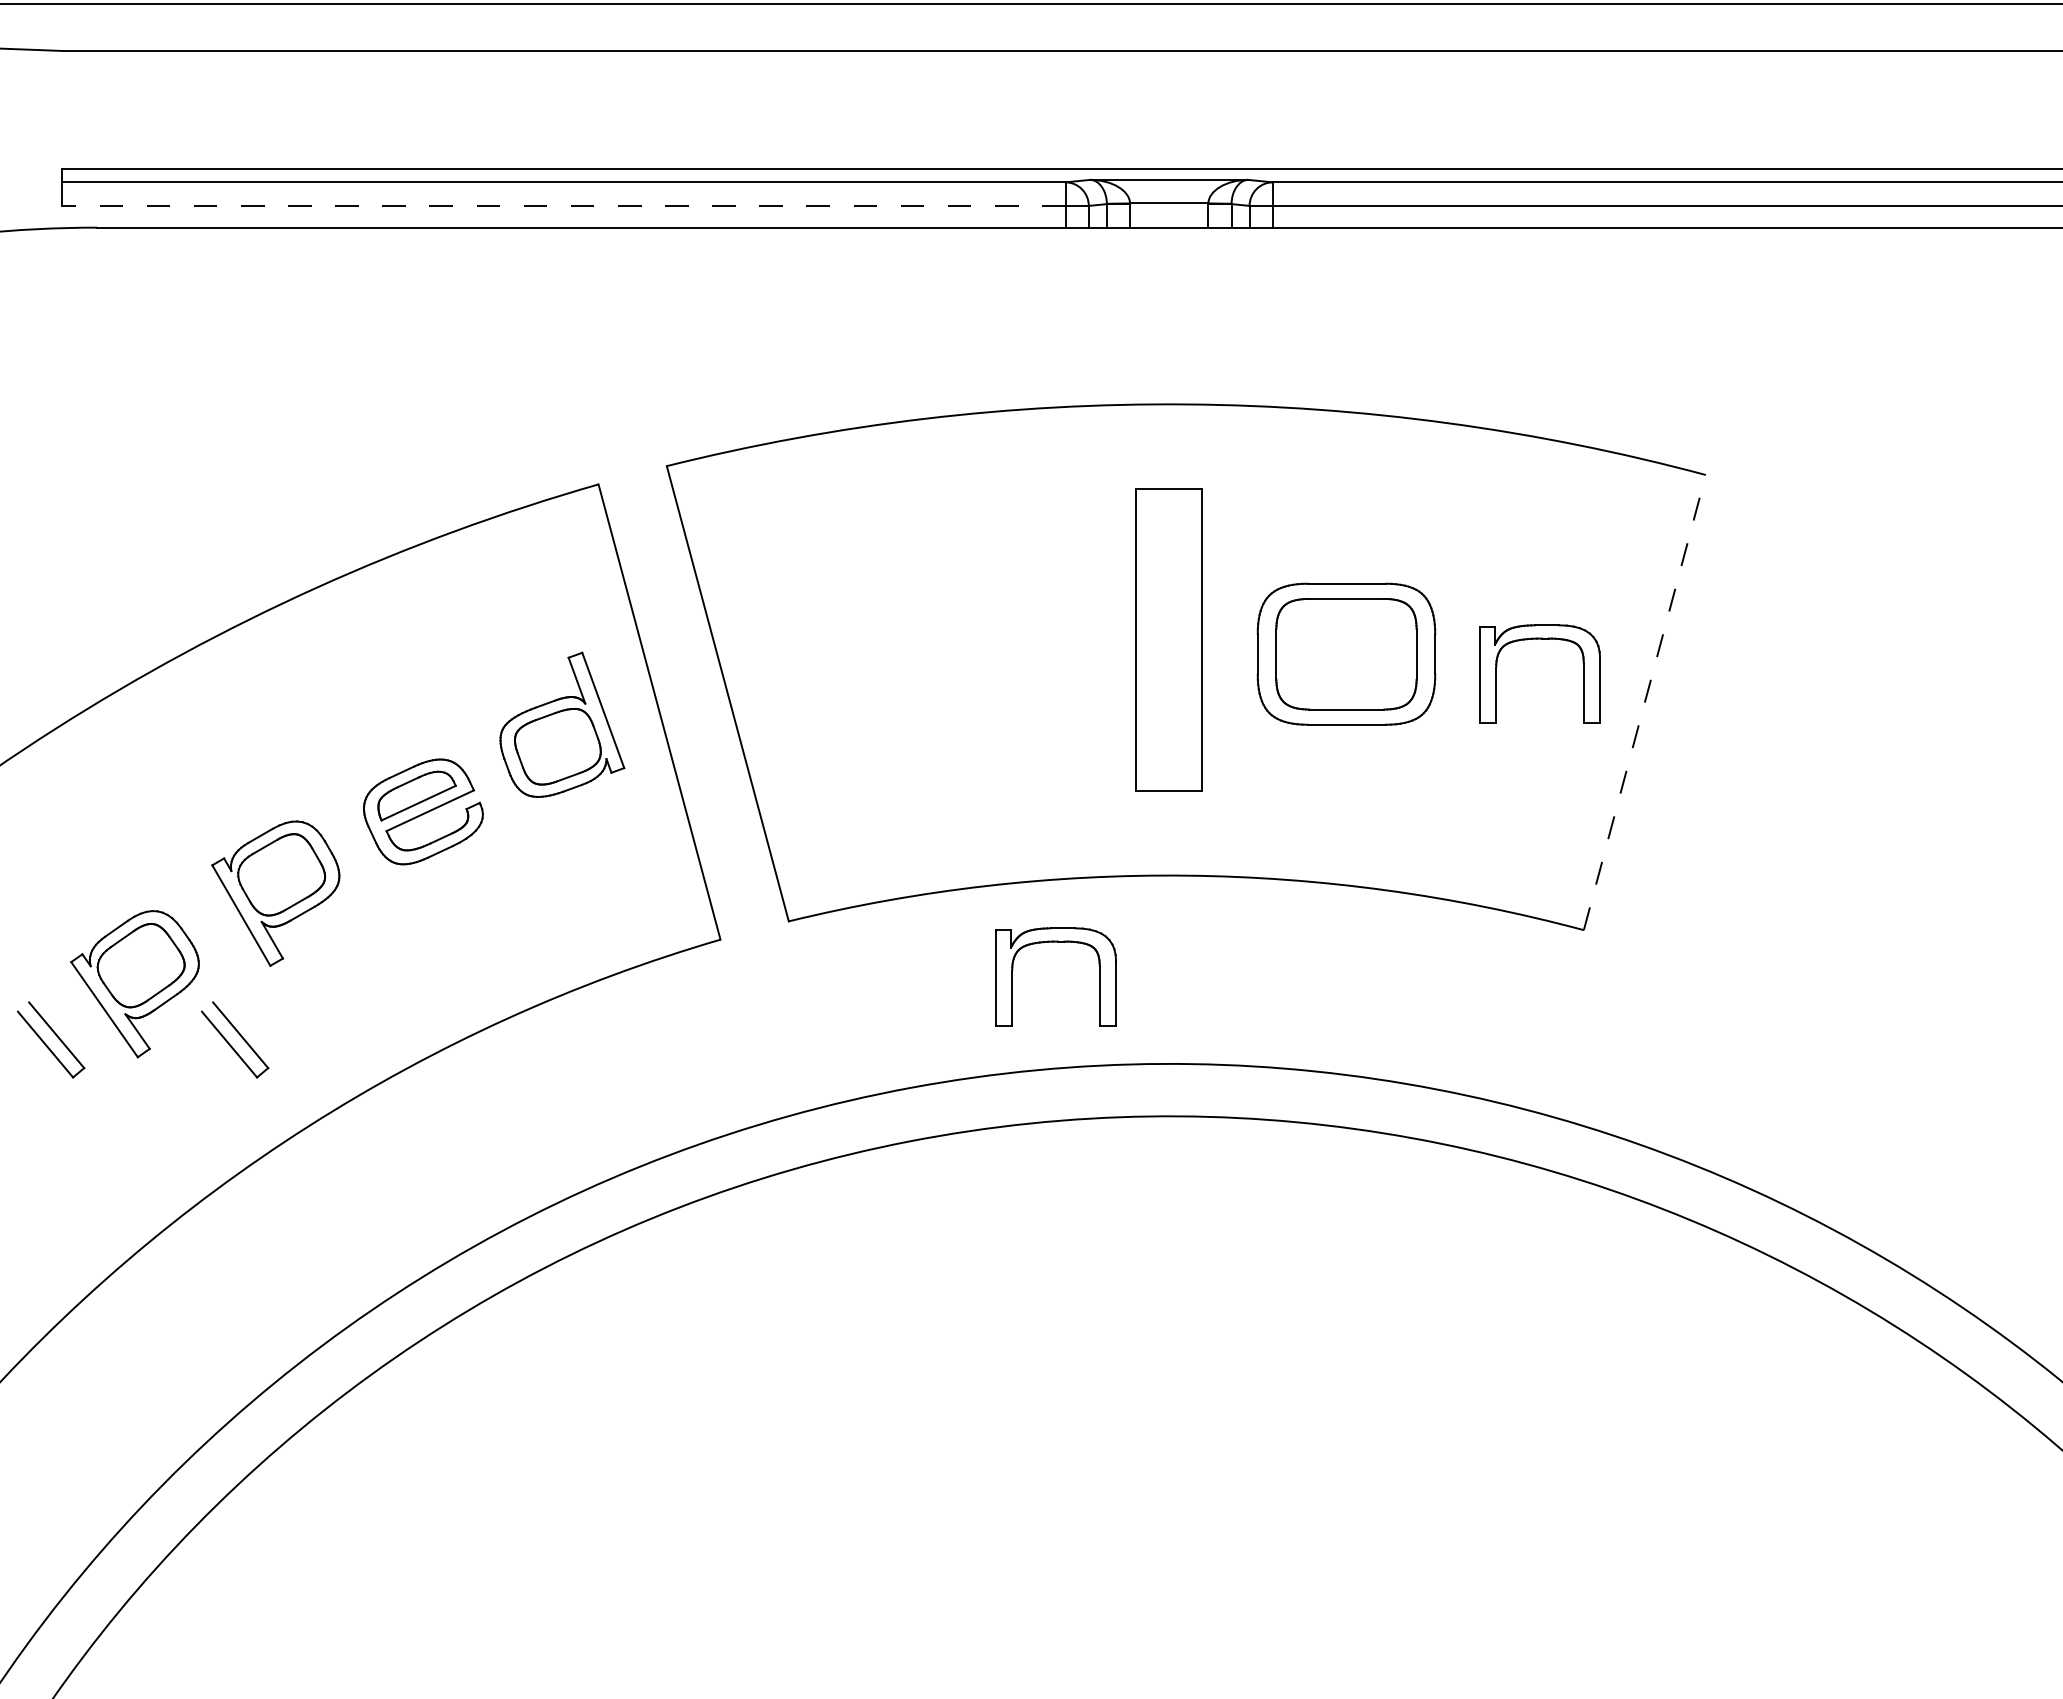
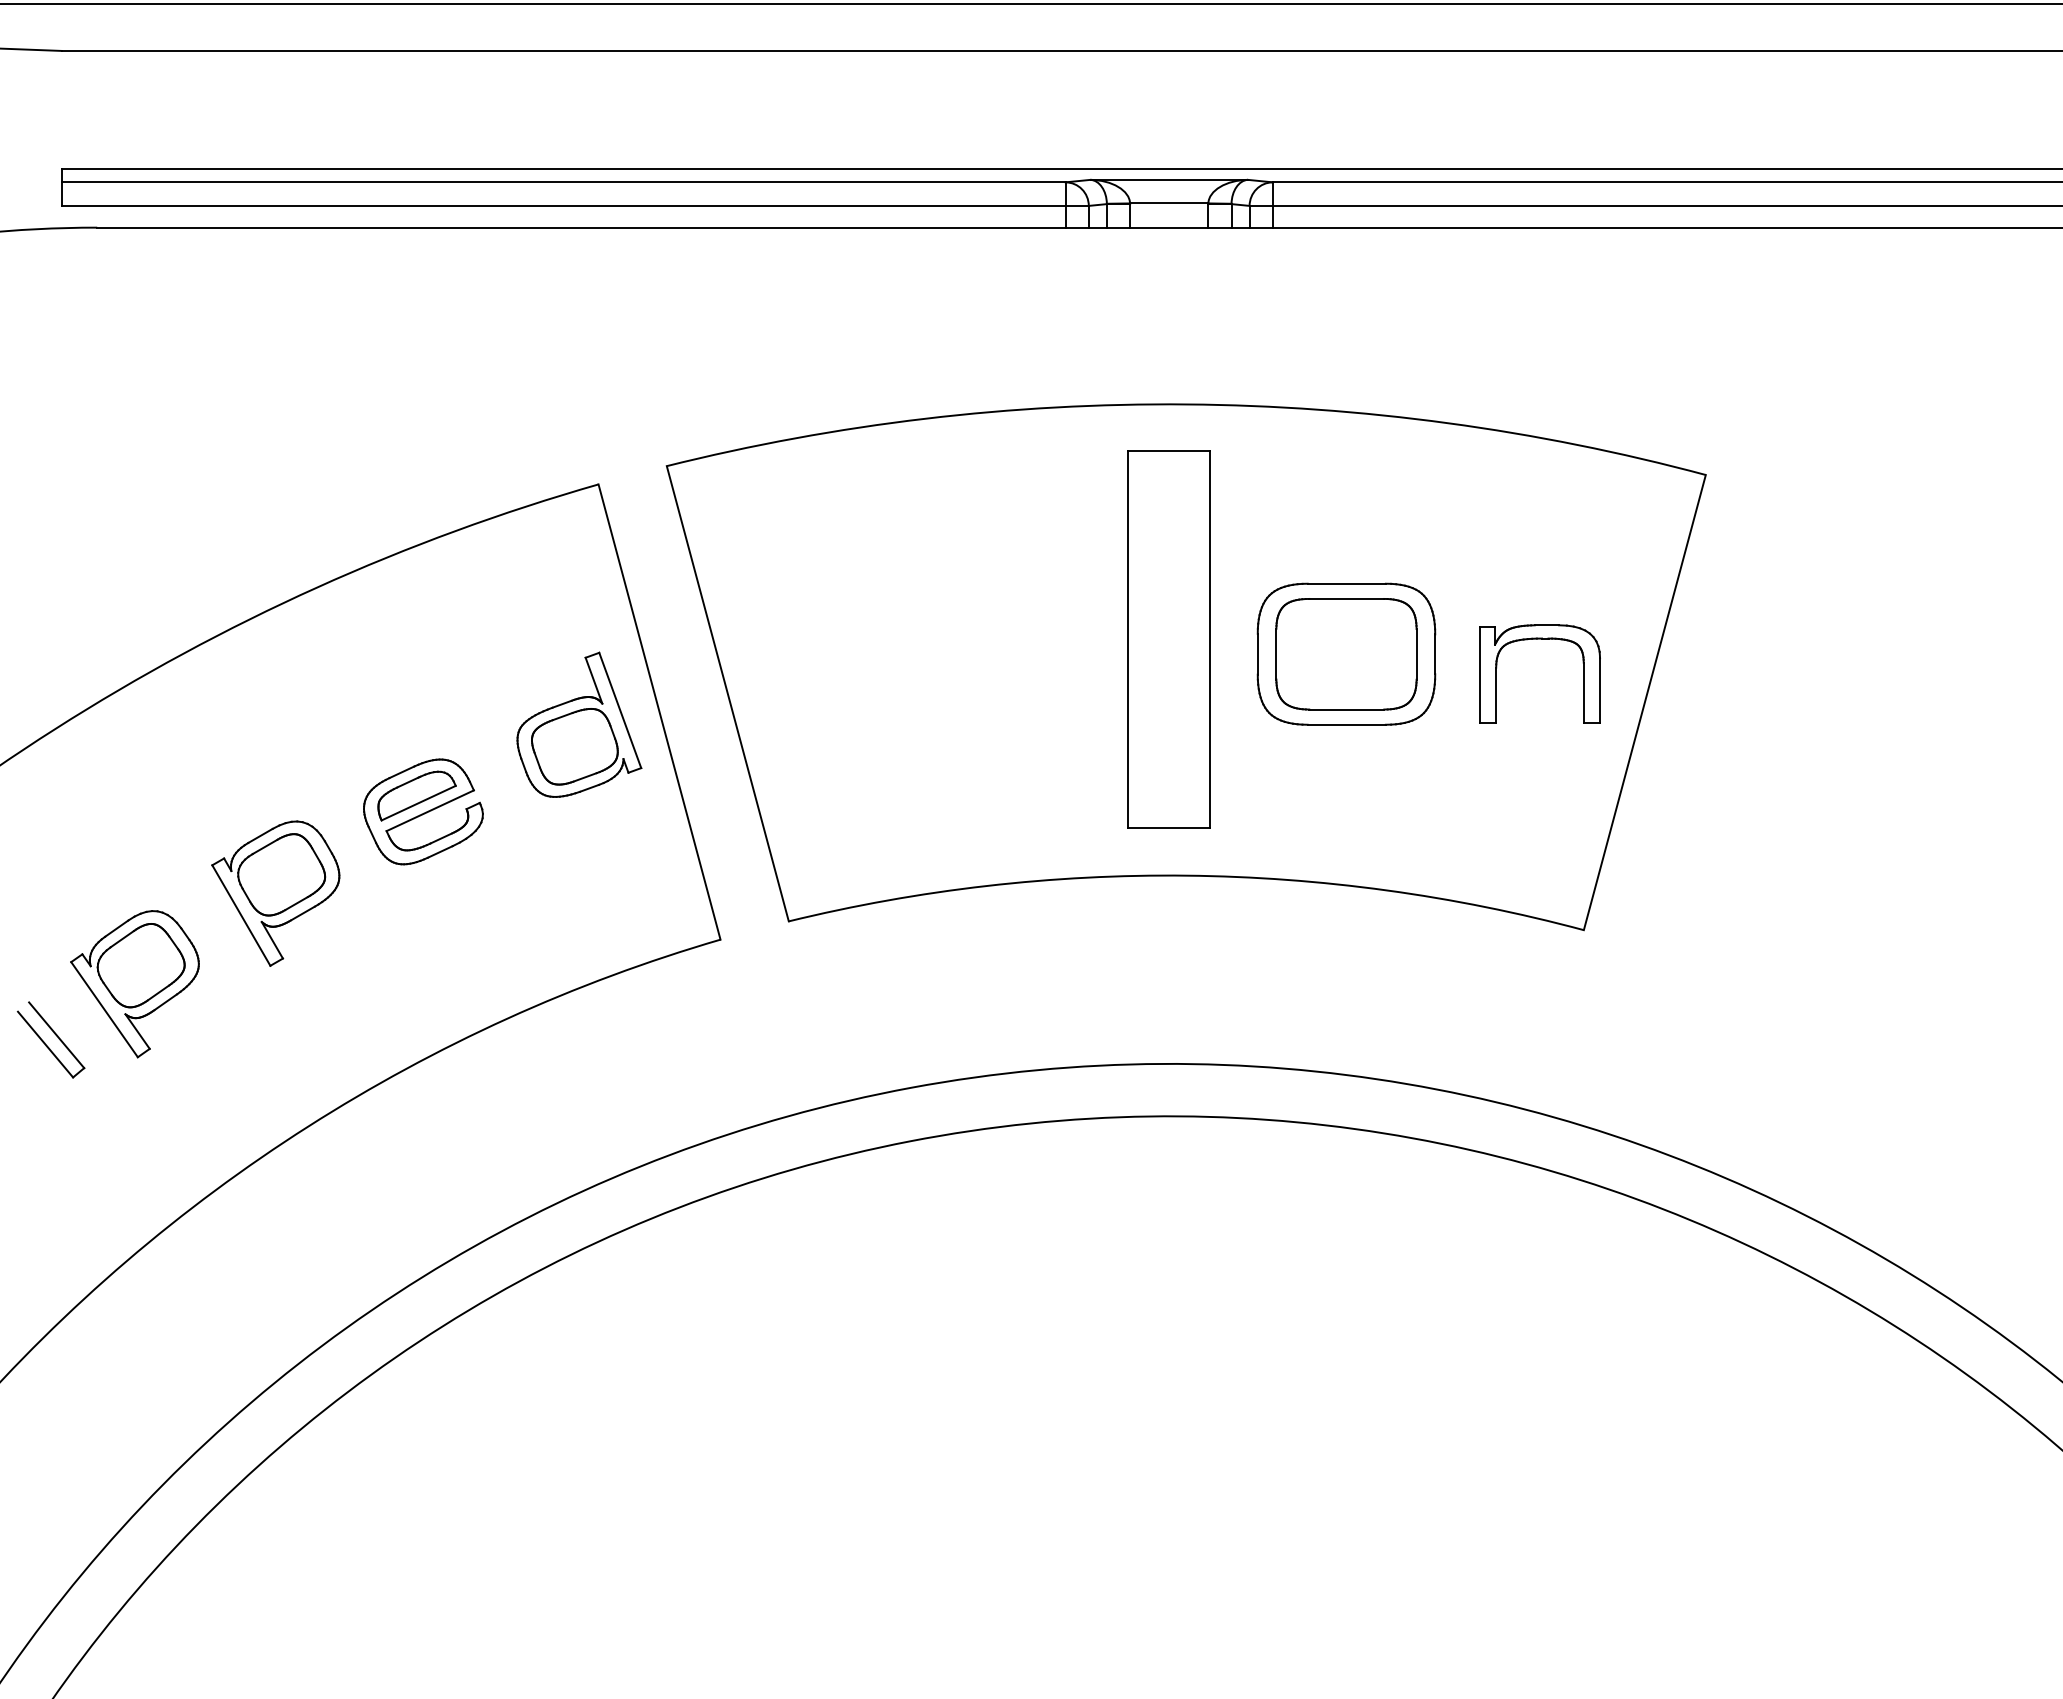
line at (563, 205): dashed -> solid
part at (1168, 639) size: 68x304 px -> 84x379 px
line at (1644, 702): dashed -> solid
part at (562, 724) position: (562, 724) -> (579, 724)
part at (1055, 942): present -> none
part at (234, 1039): present -> none
